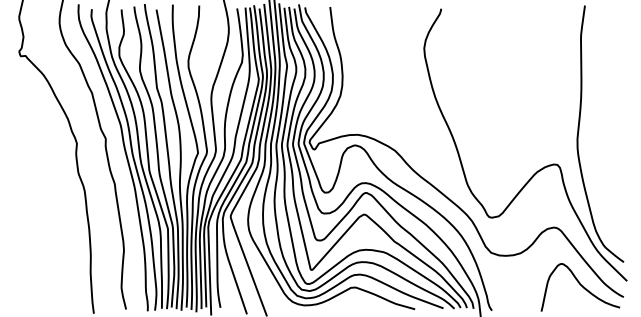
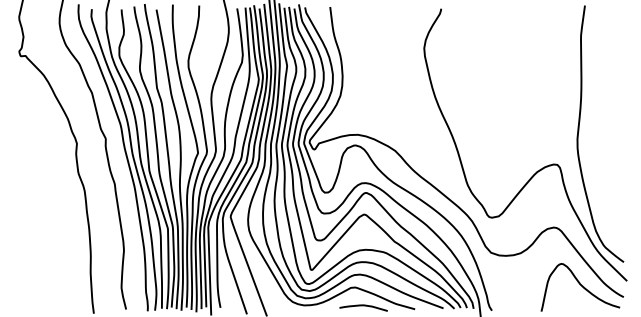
curve at (363, 306): none -> present
